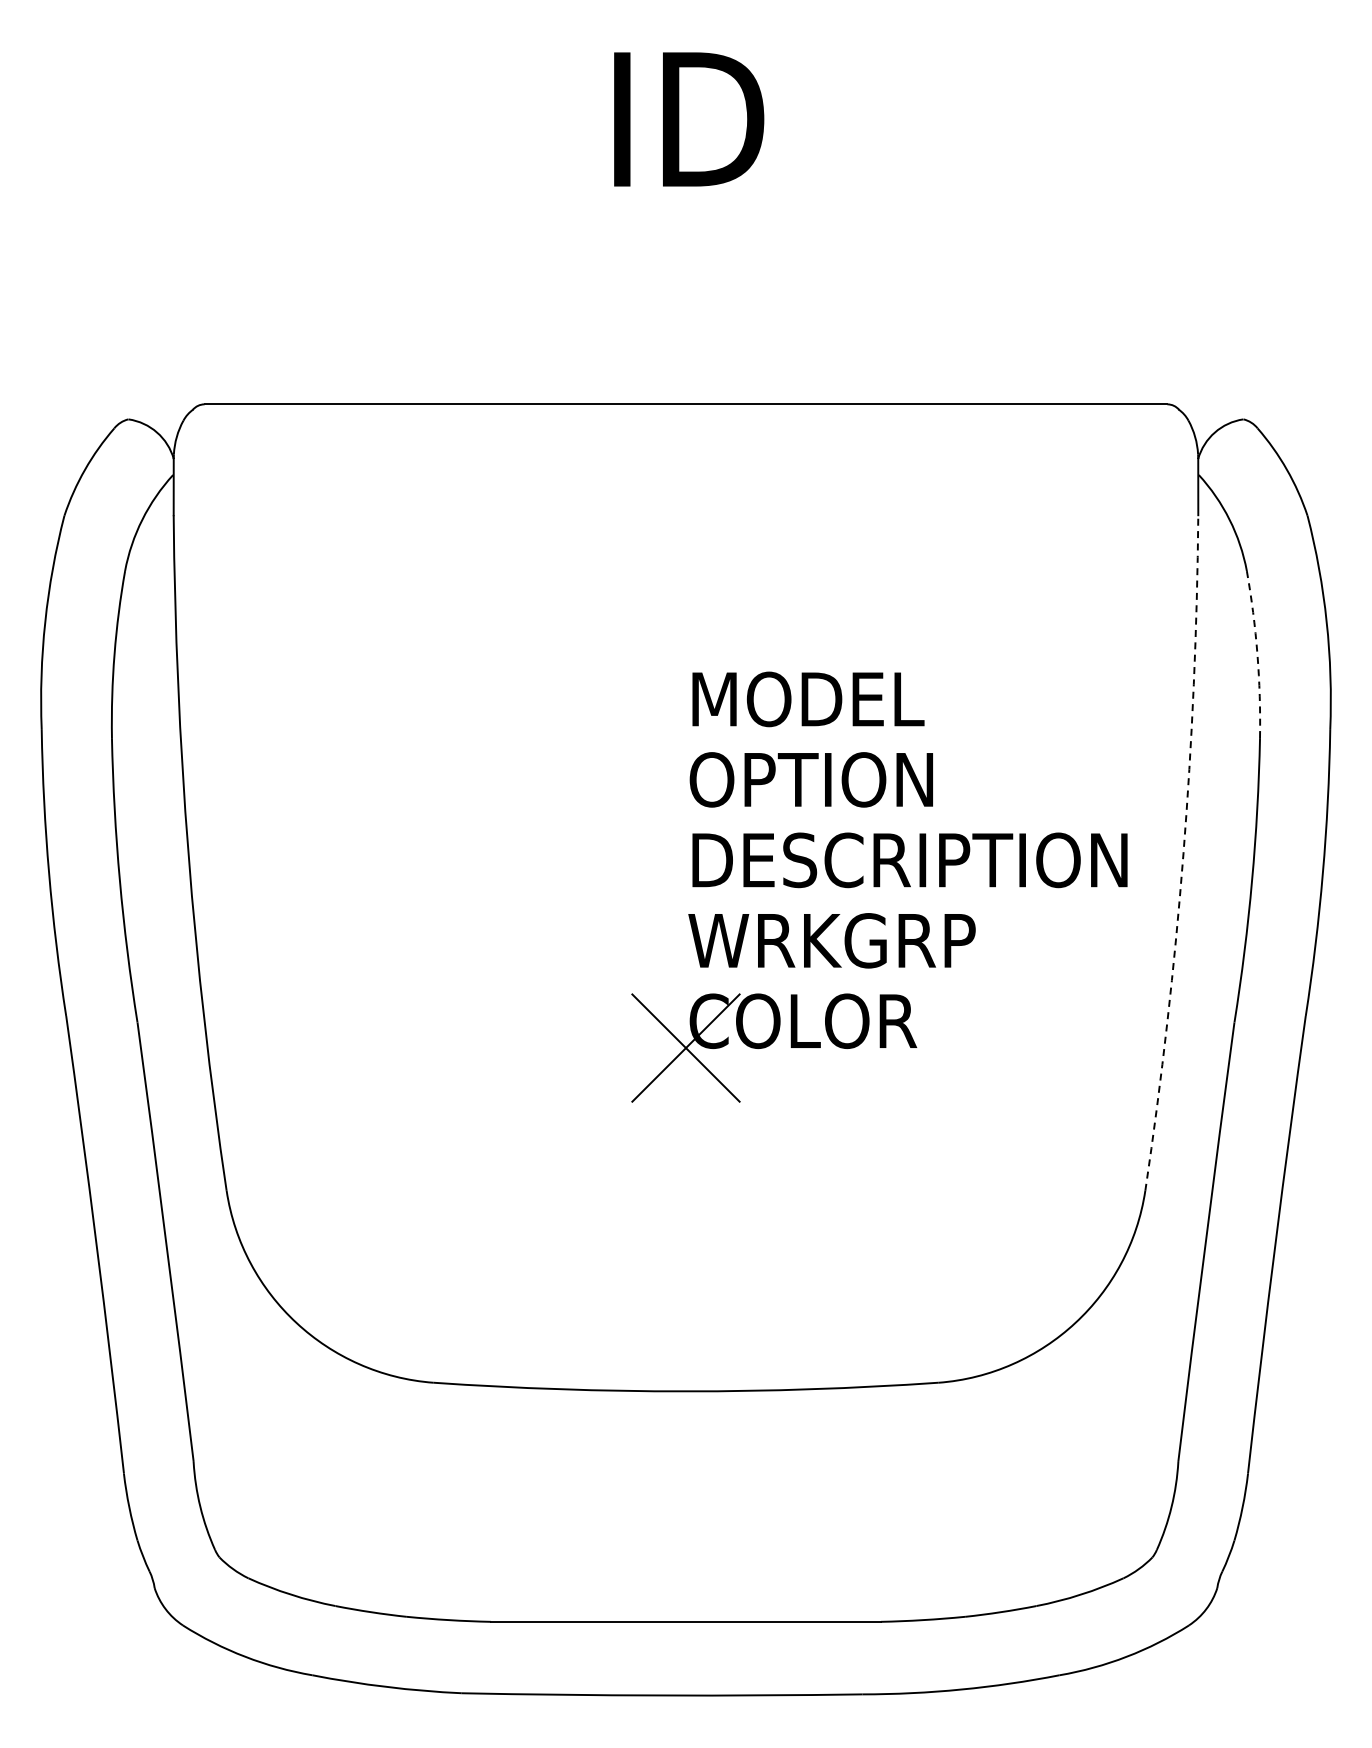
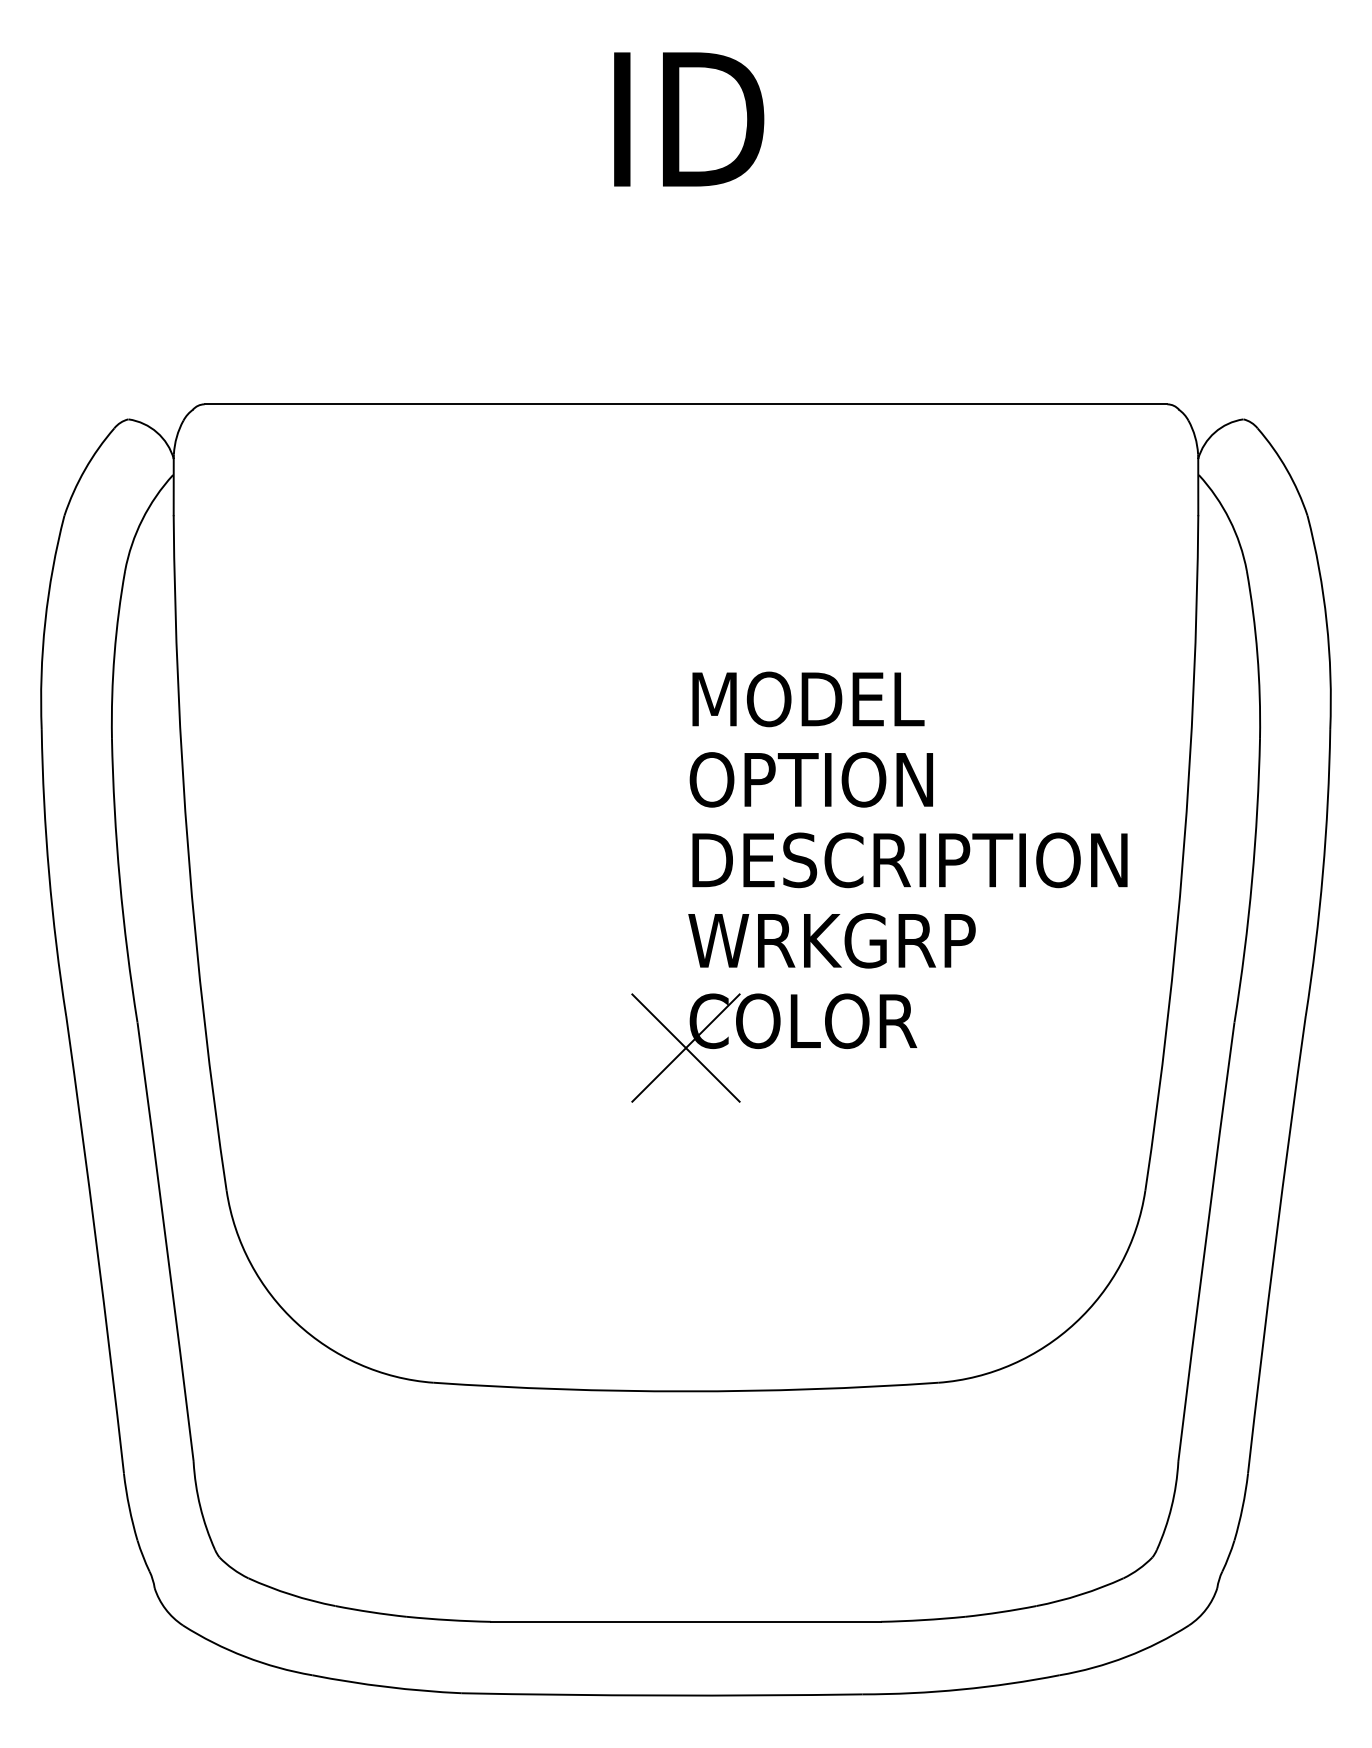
arc at (1257, 654): dashed -> solid
arc at (1183, 853): dashed -> solid
